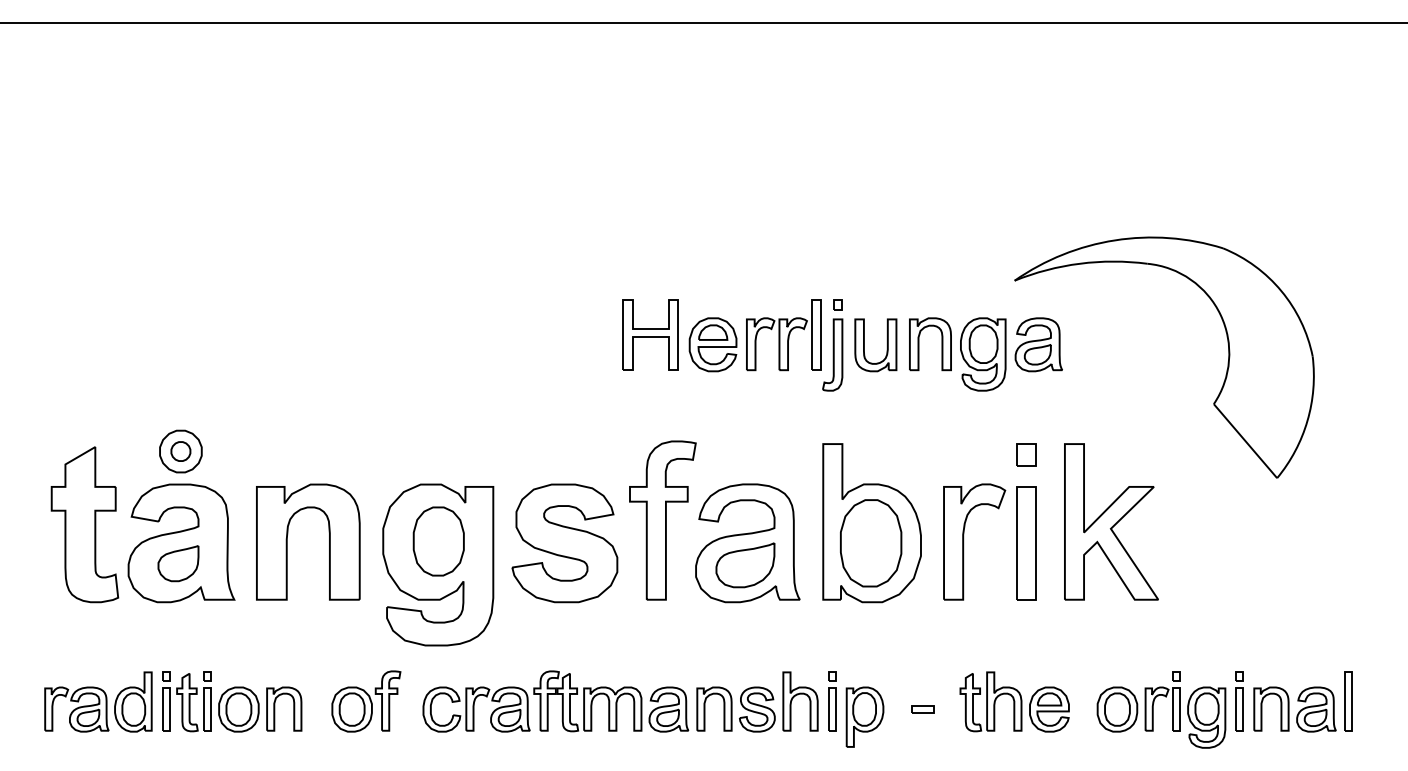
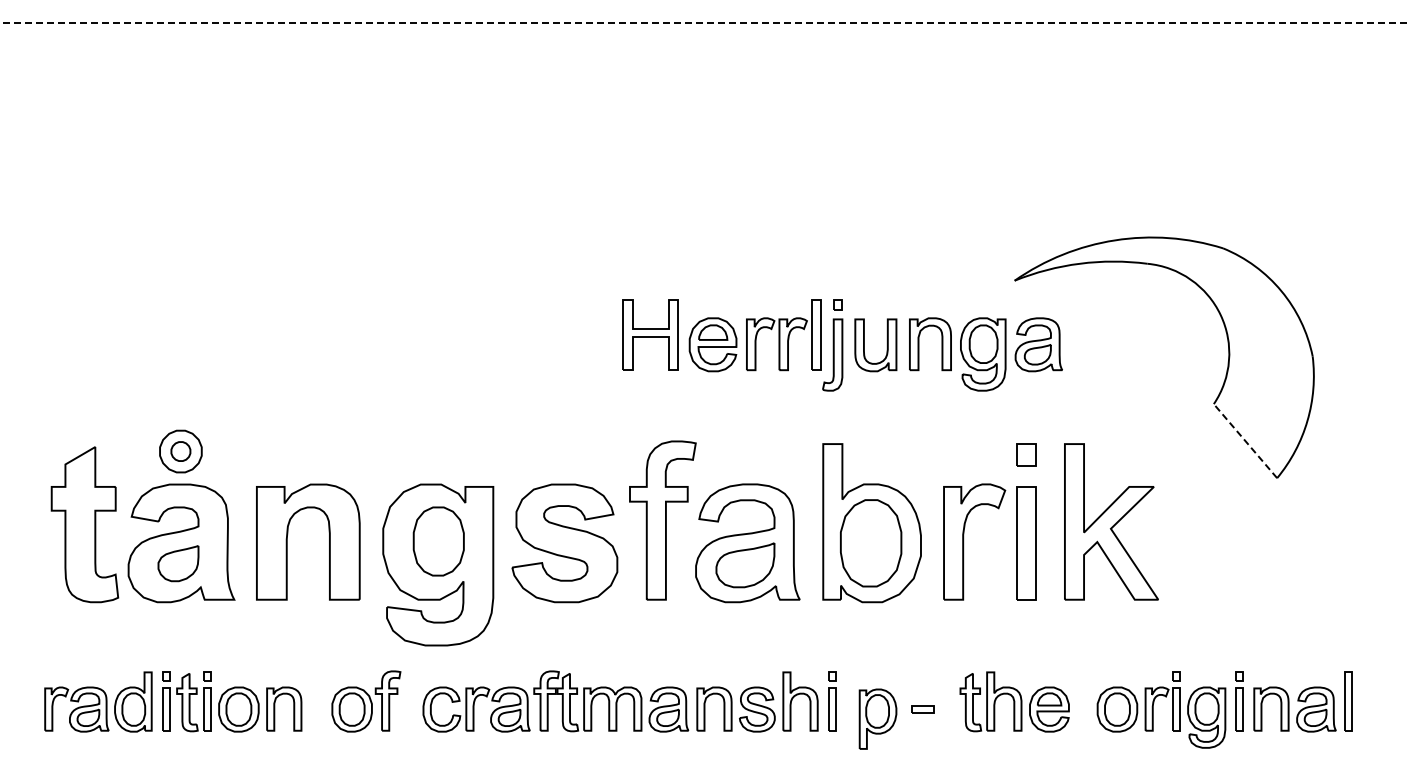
line at (703, 23): solid -> dashed
line at (1245, 441): solid -> dashed
part at (864, 716) position: (864, 716) -> (877, 718)
